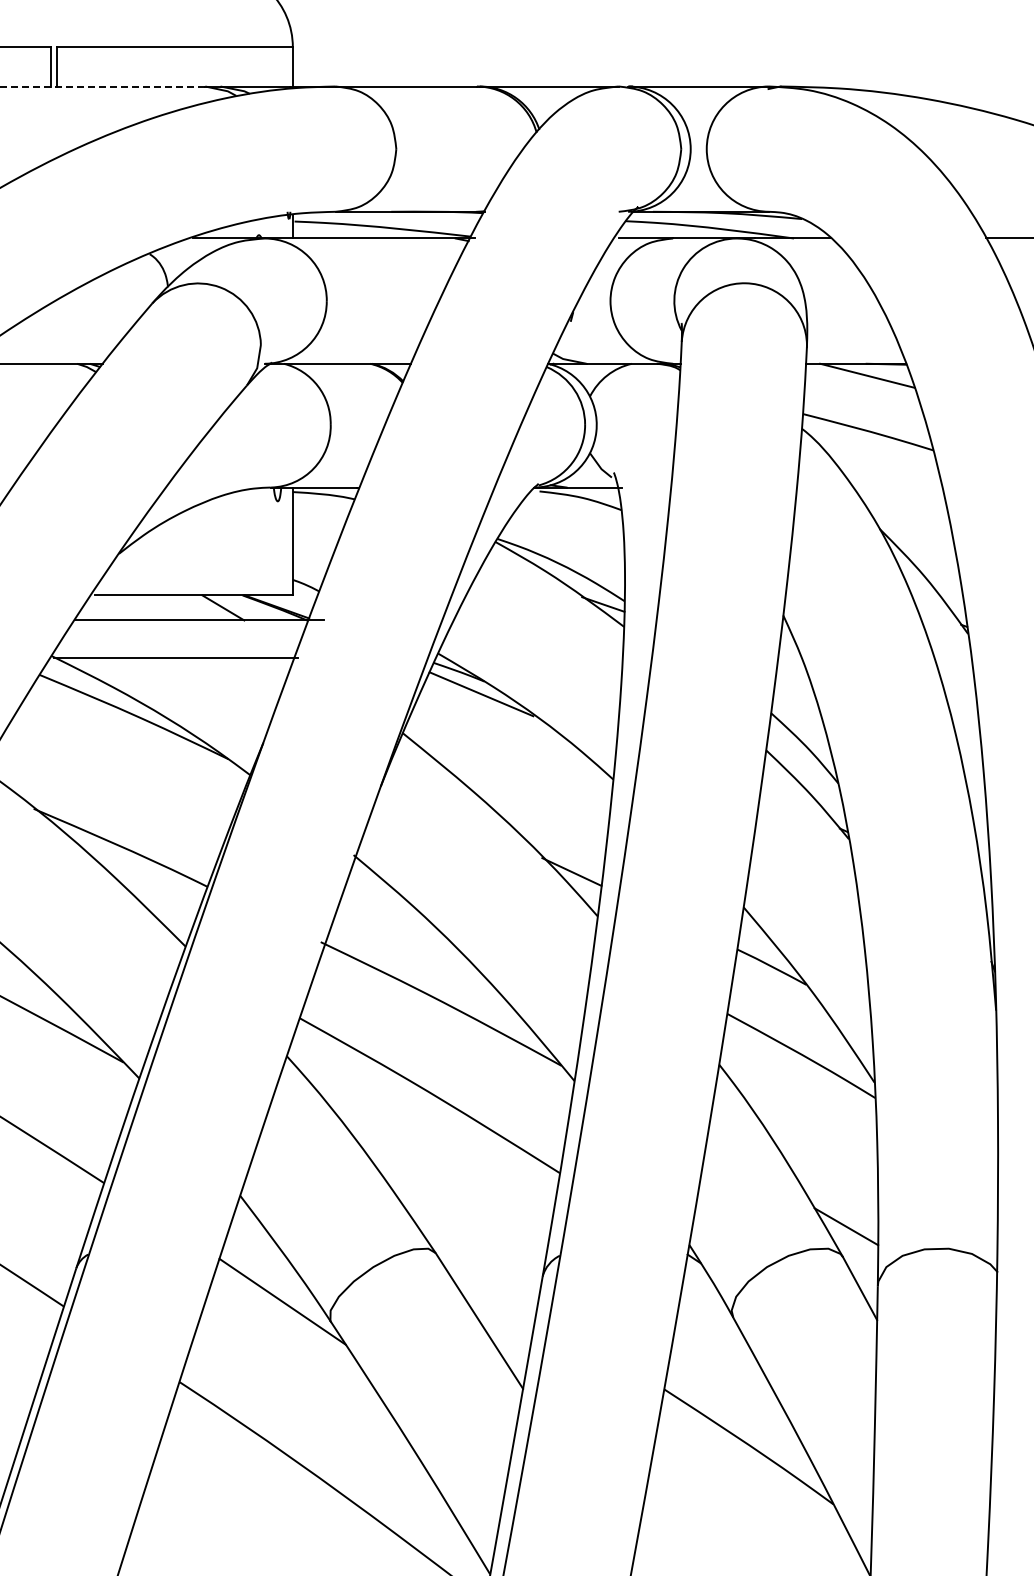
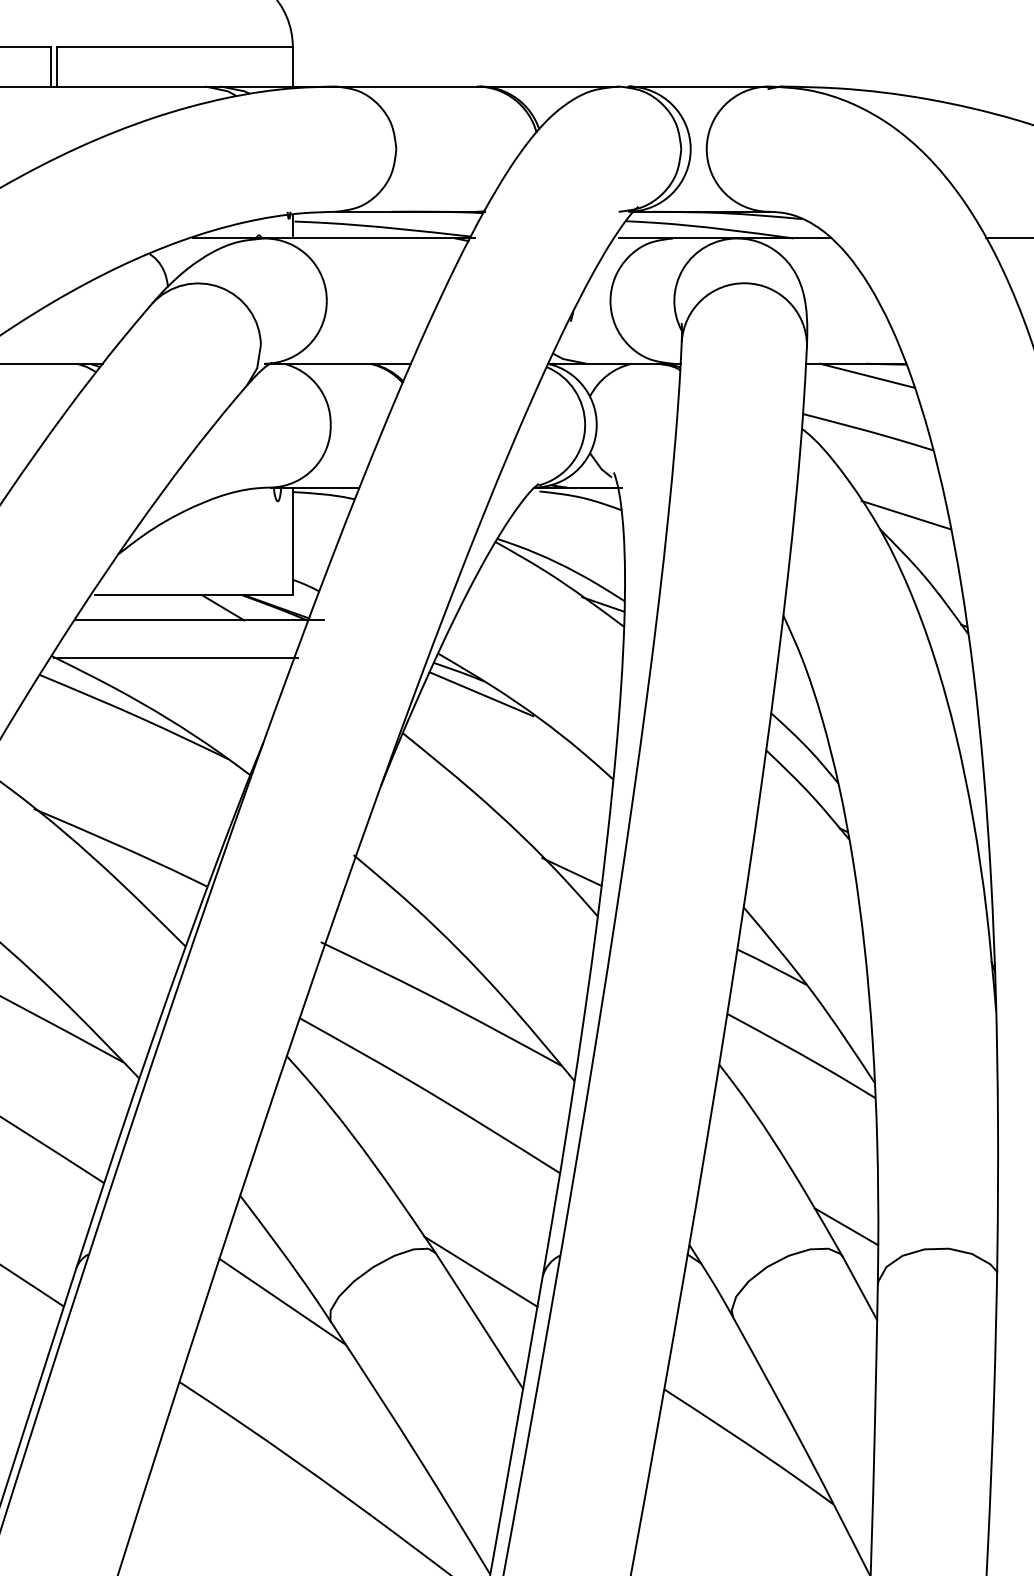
line at (102, 86): dashed -> solid
line at (905, 515): none -> present
line at (480, 1271): none -> present
